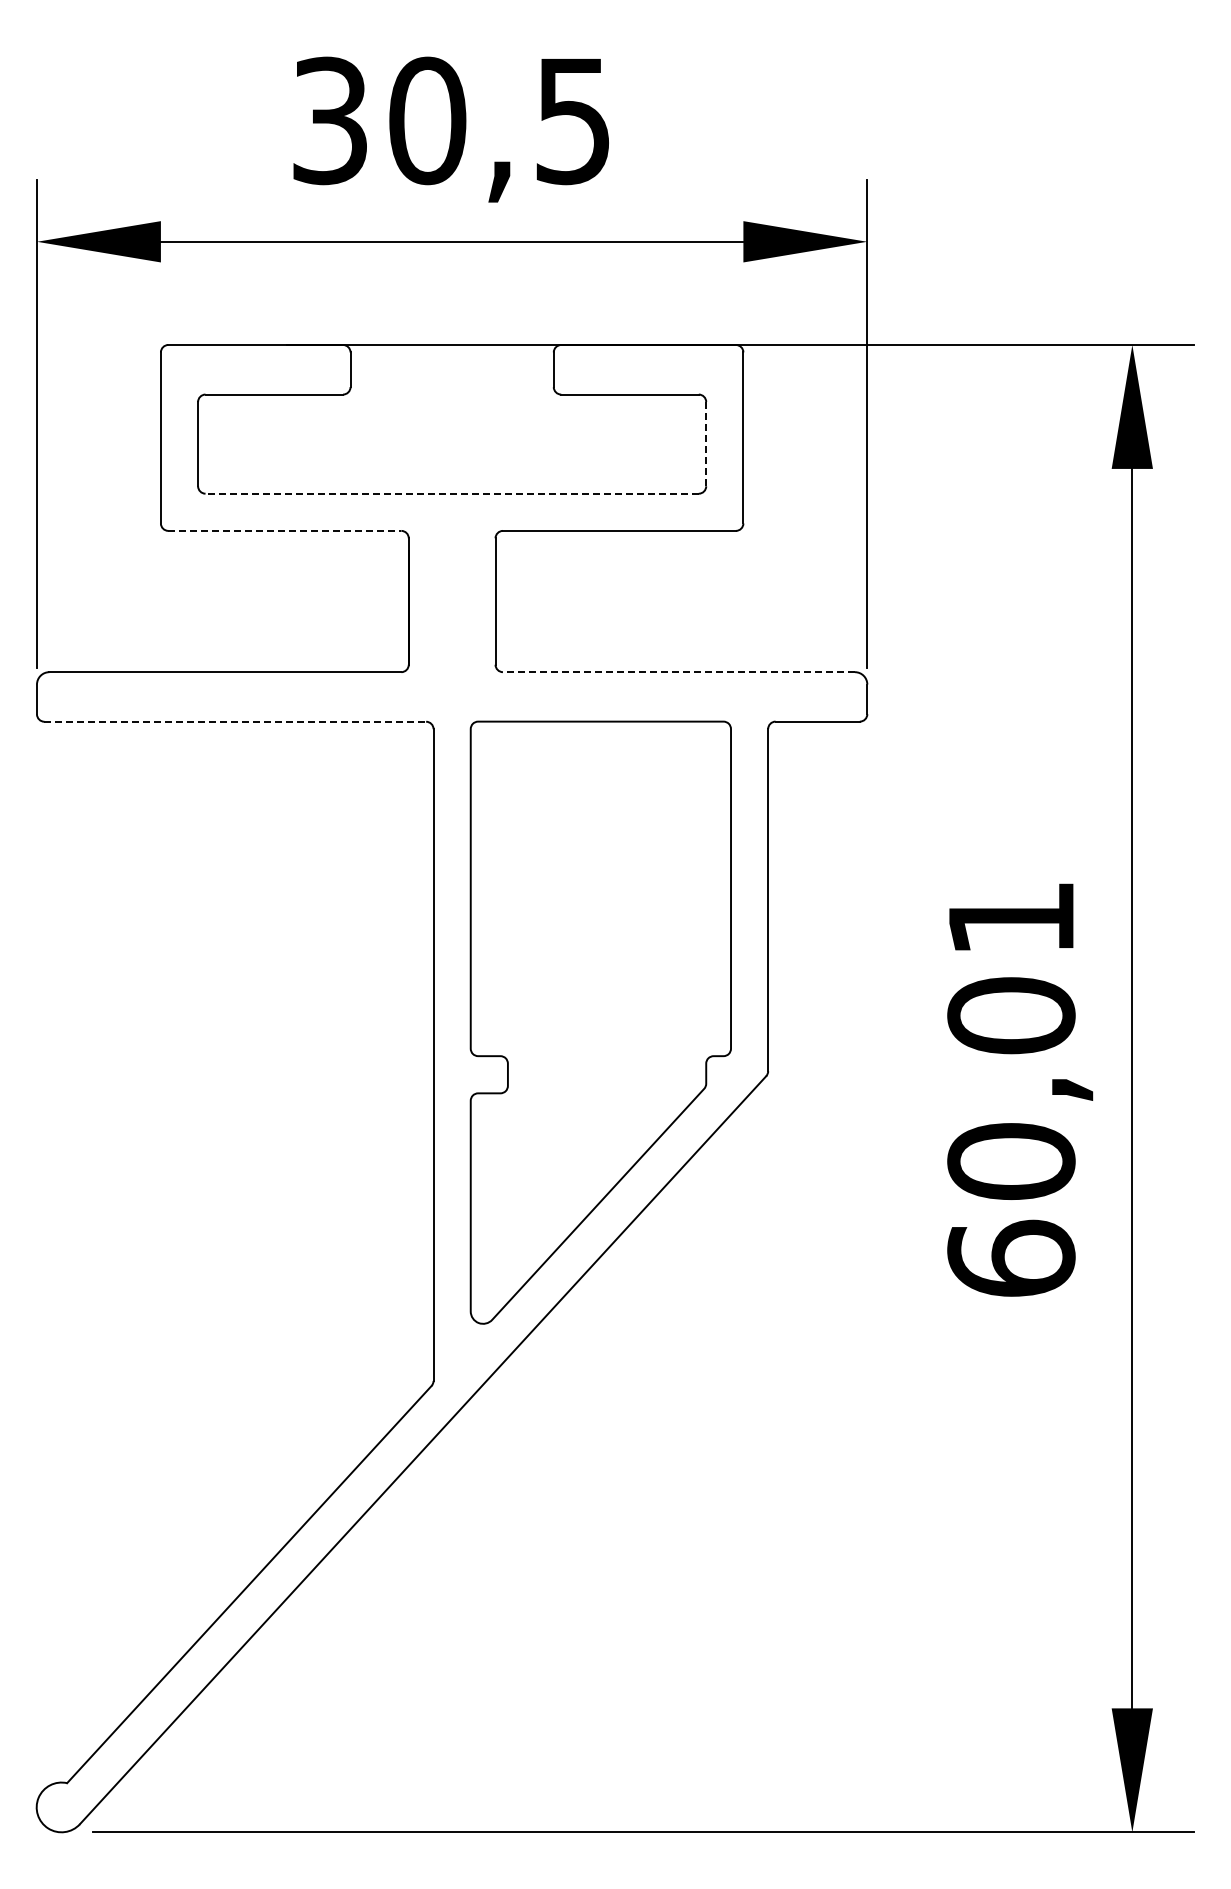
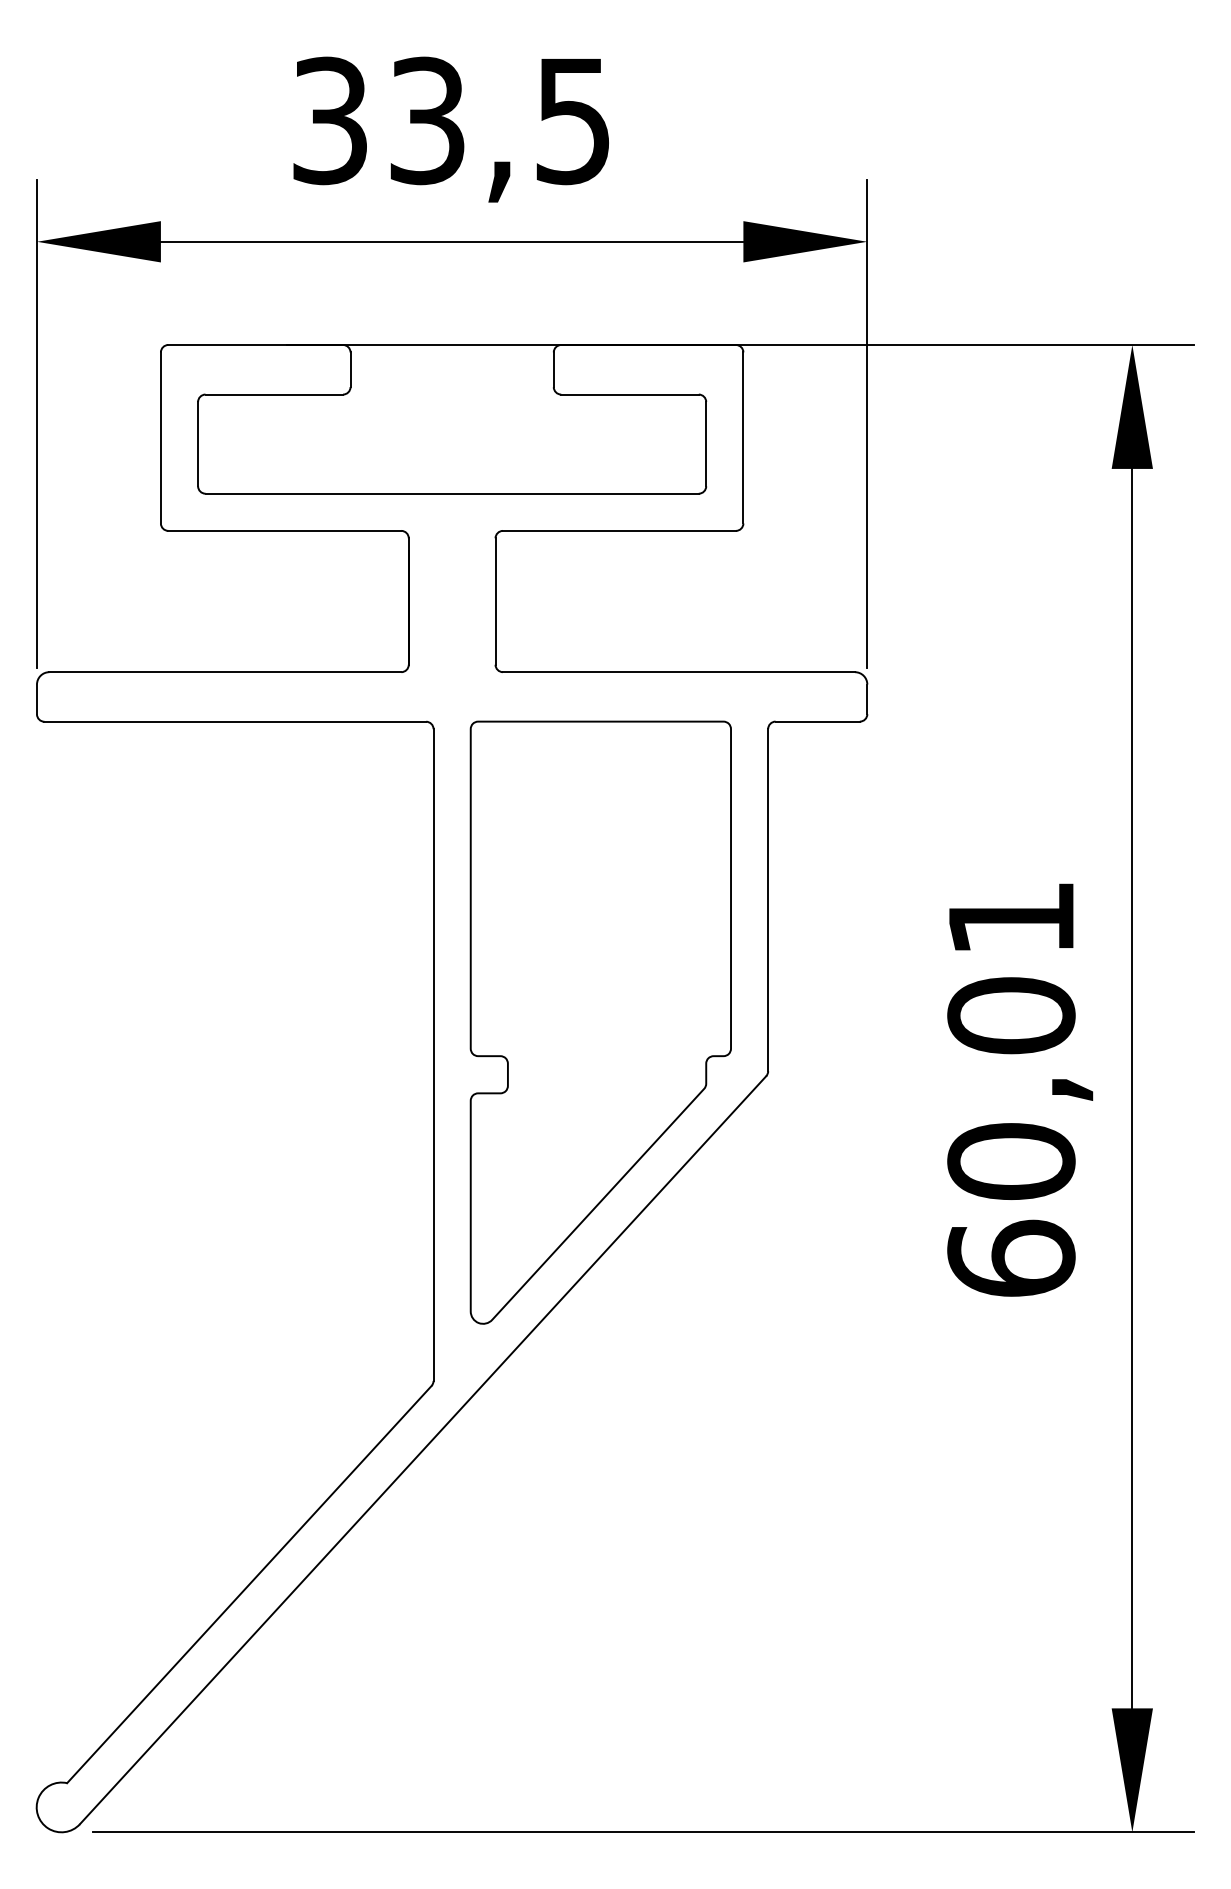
text at (427, 120): 30,5 -> 33,5
line at (706, 444): dashed -> solid
line at (452, 493): dashed -> solid
line at (285, 530): dashed -> solid
line at (678, 672): dashed -> solid
line at (235, 721): dashed -> solid
